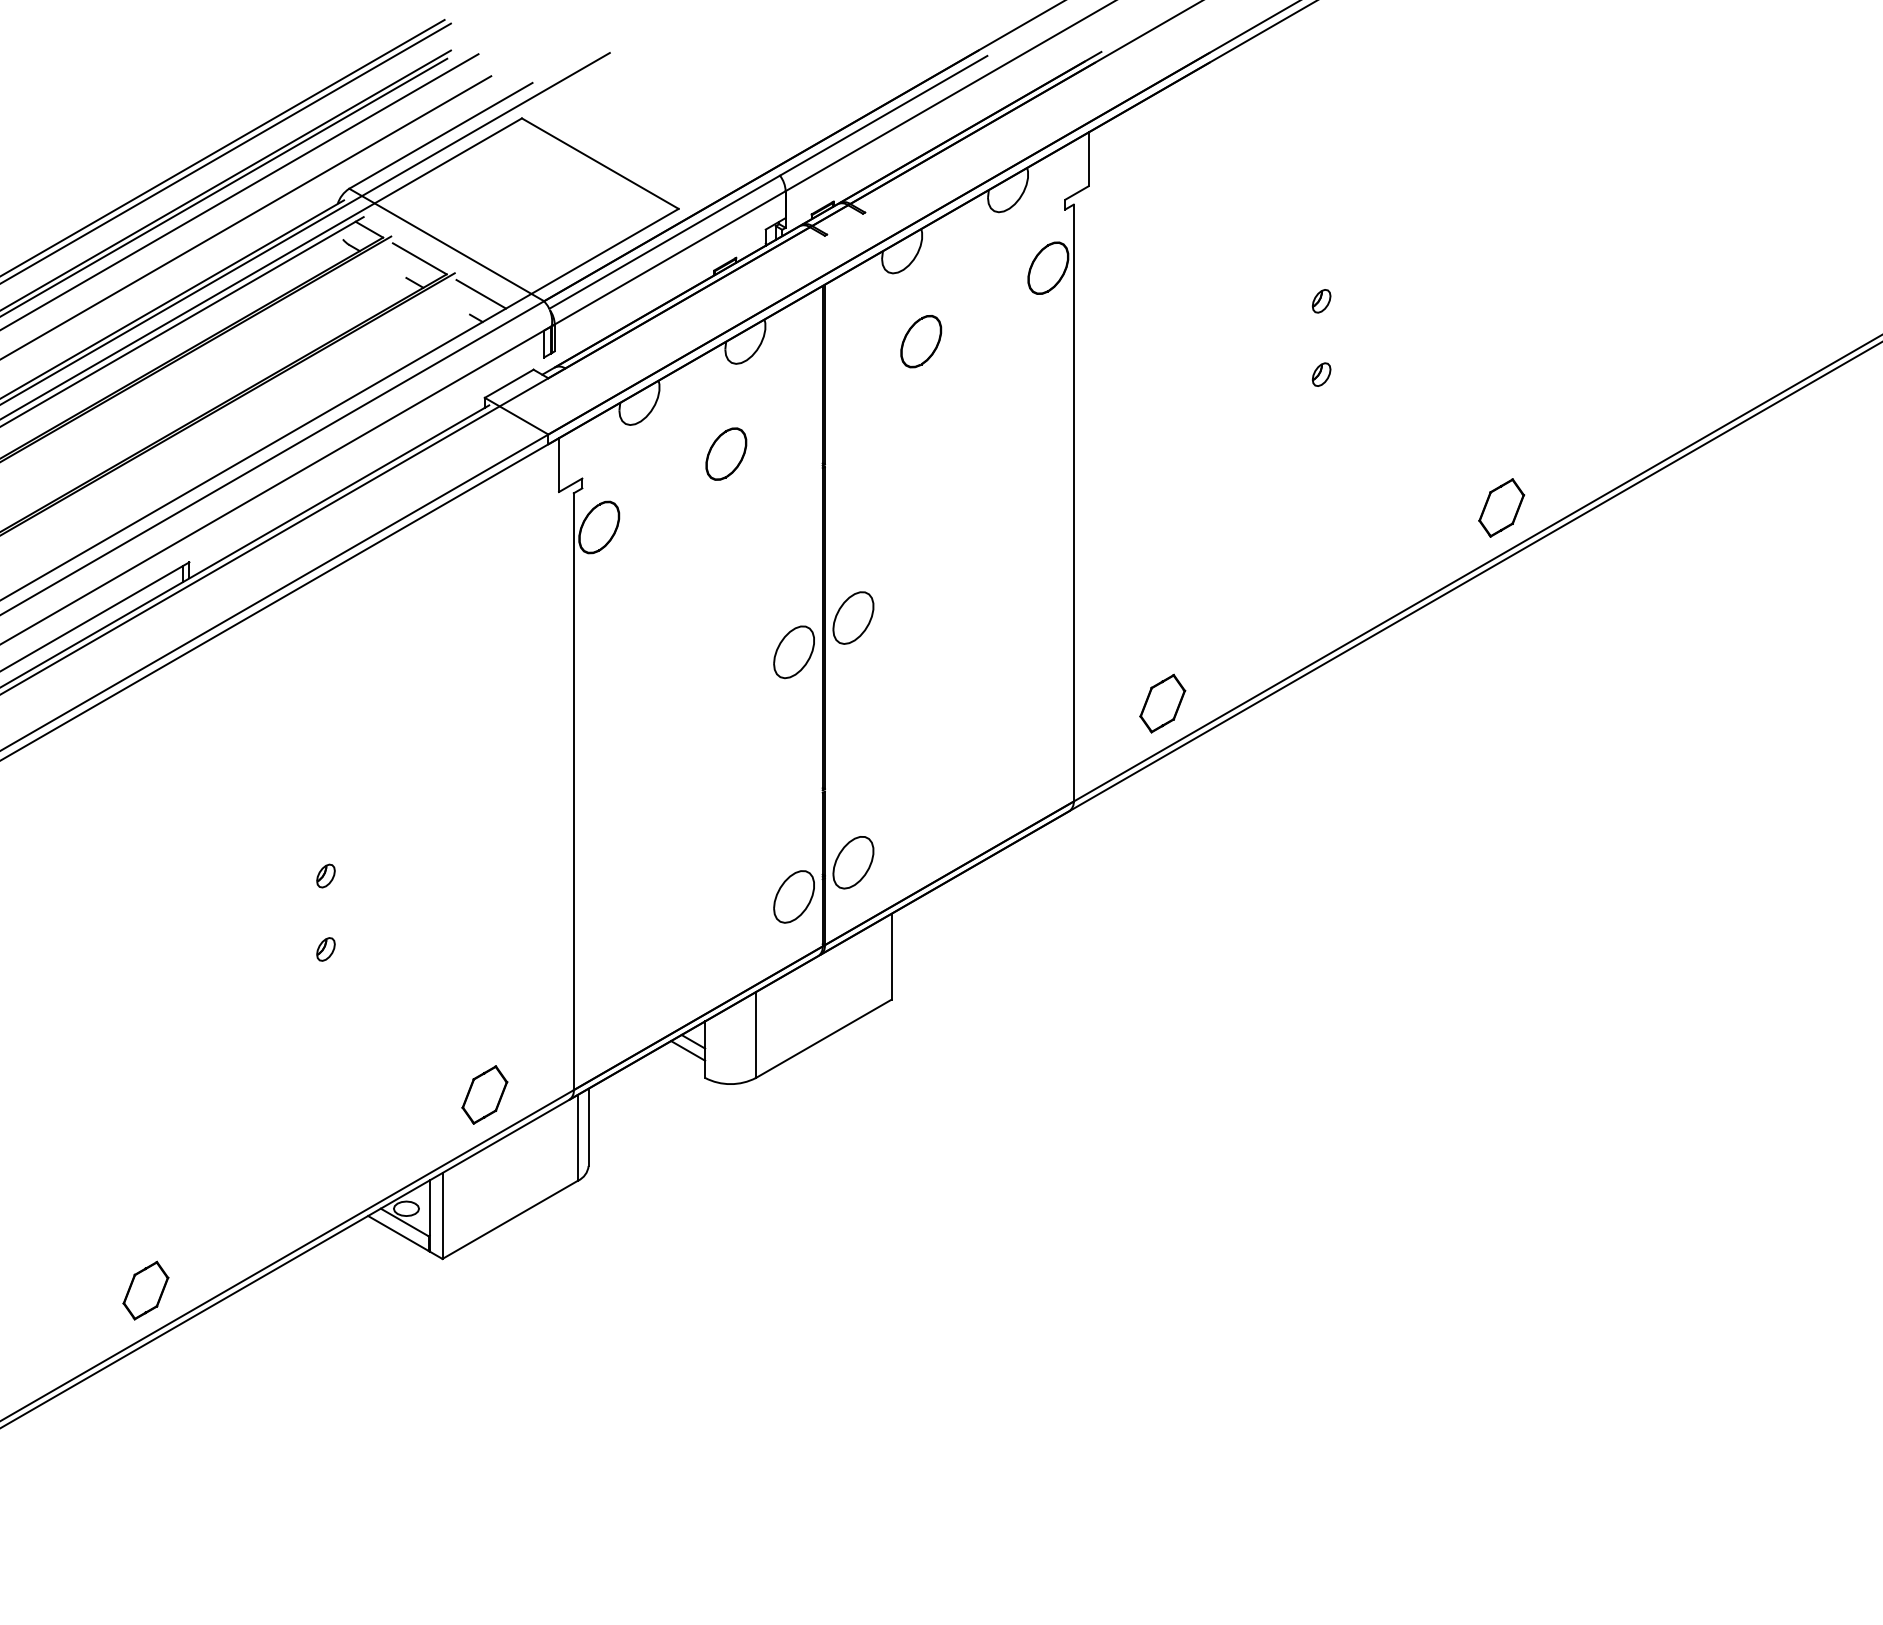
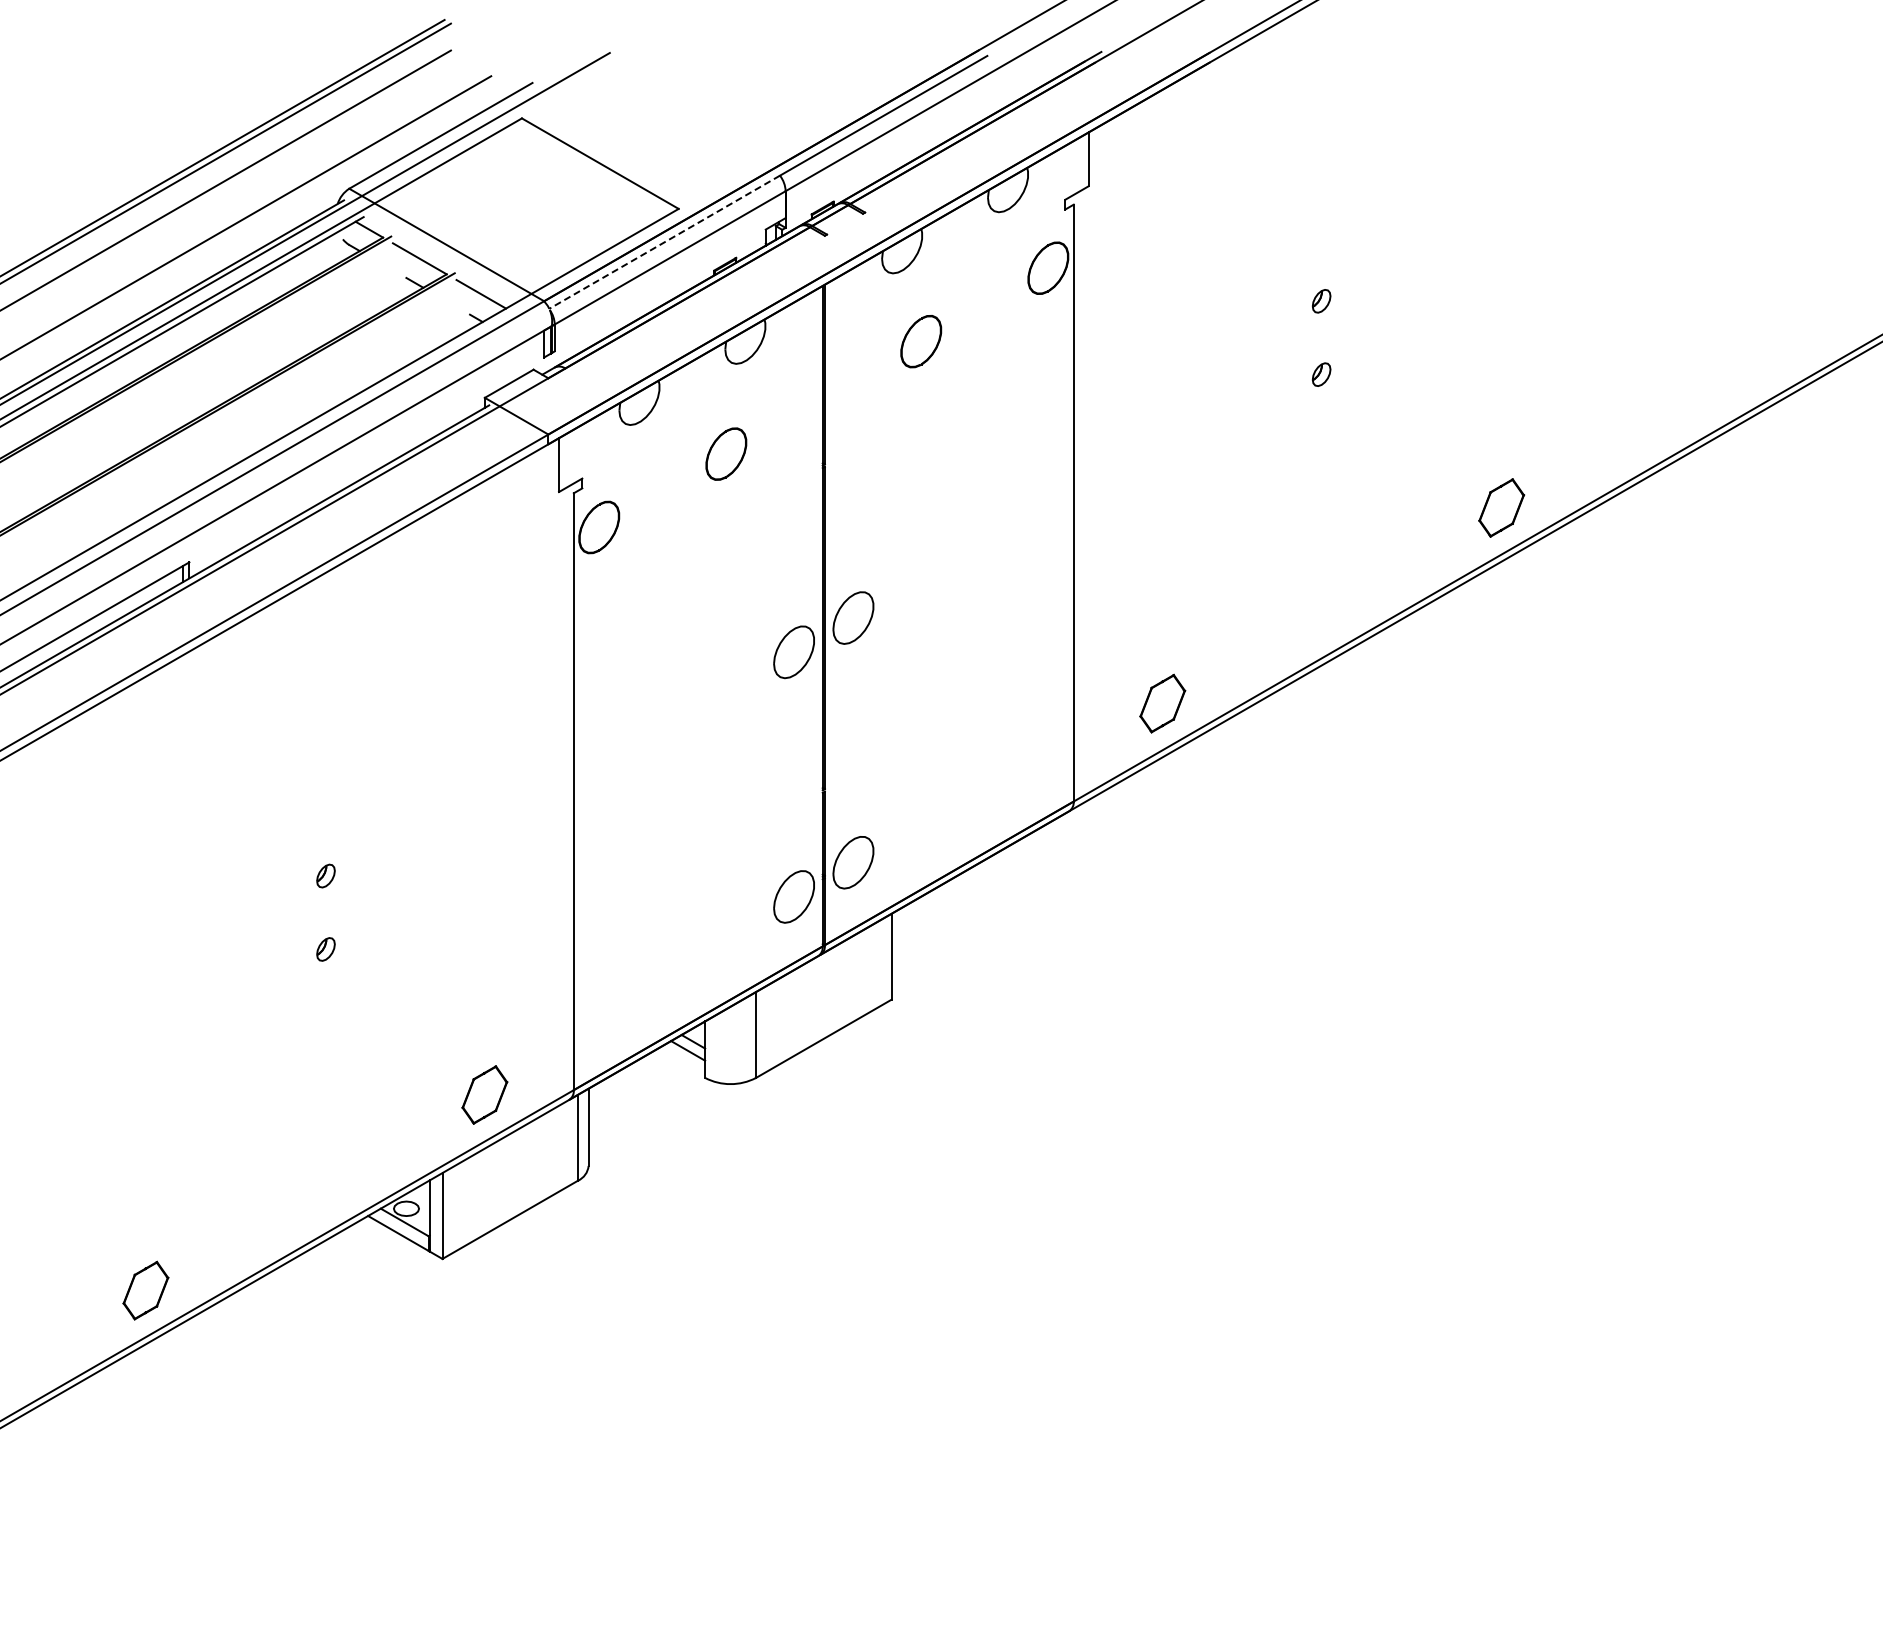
line at (224, 186): present -> none
line at (240, 191): present -> none
line at (664, 242): solid -> dashed
